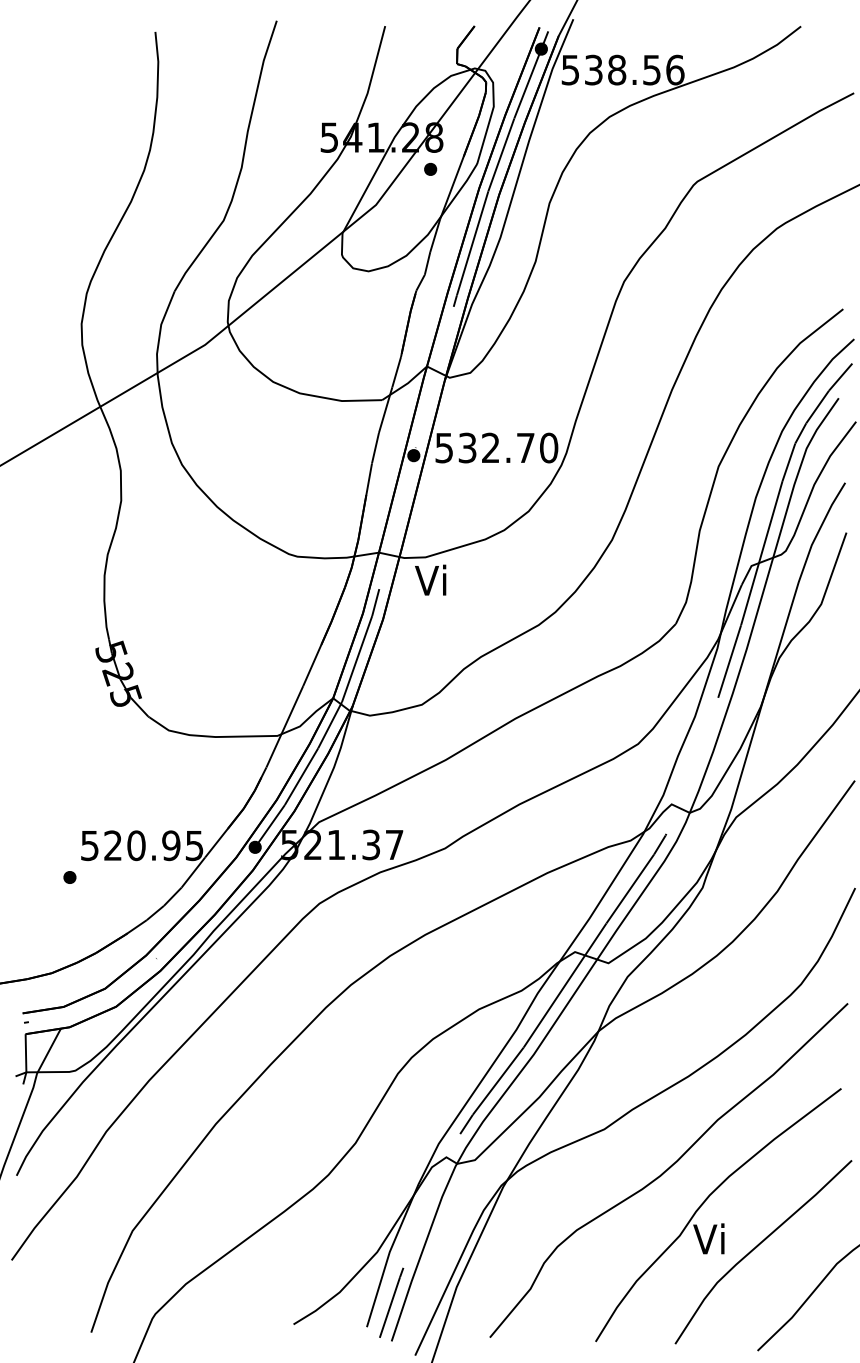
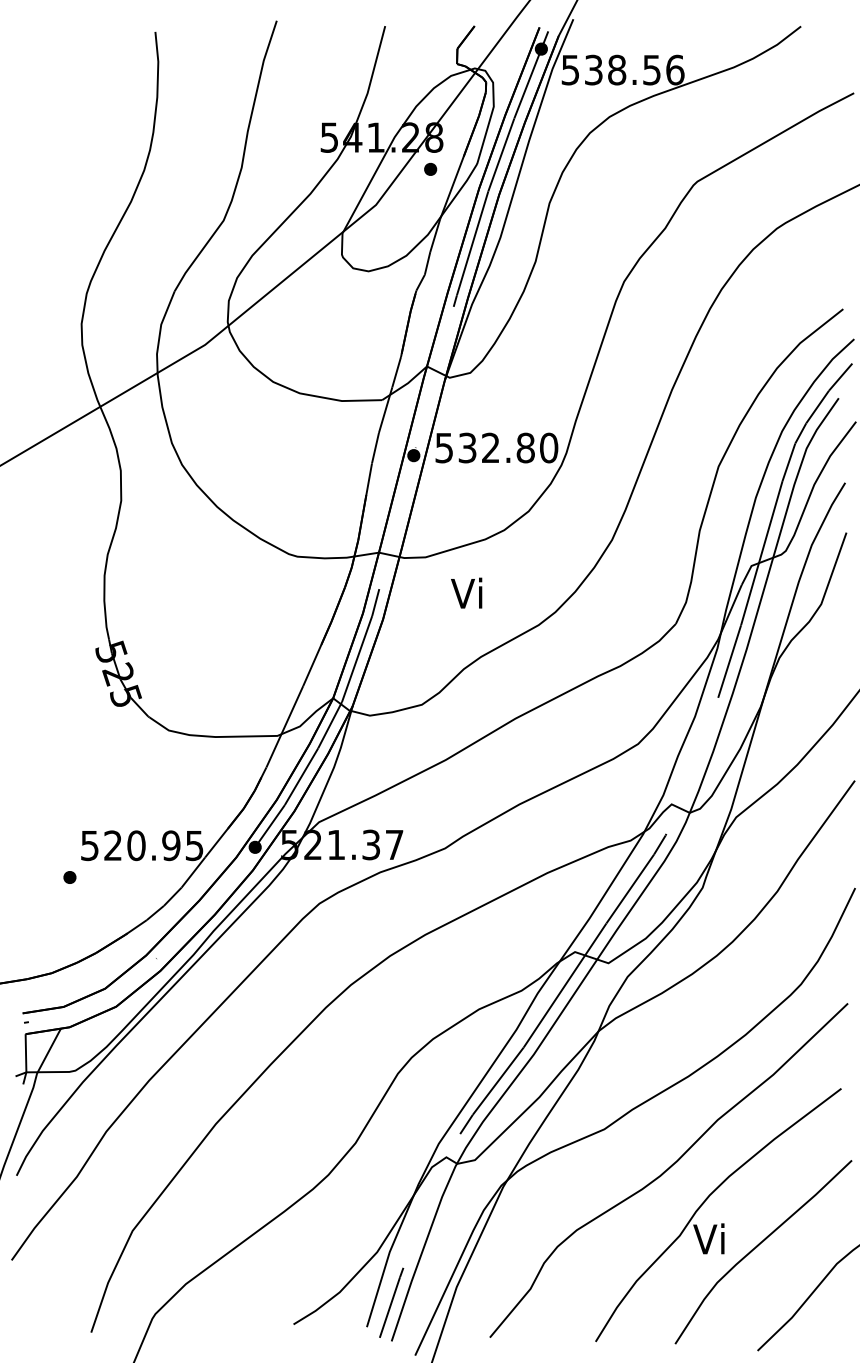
text at (525, 447): 532.70 -> 532.80
text at (430, 579) position: (430, 579) -> (466, 592)
